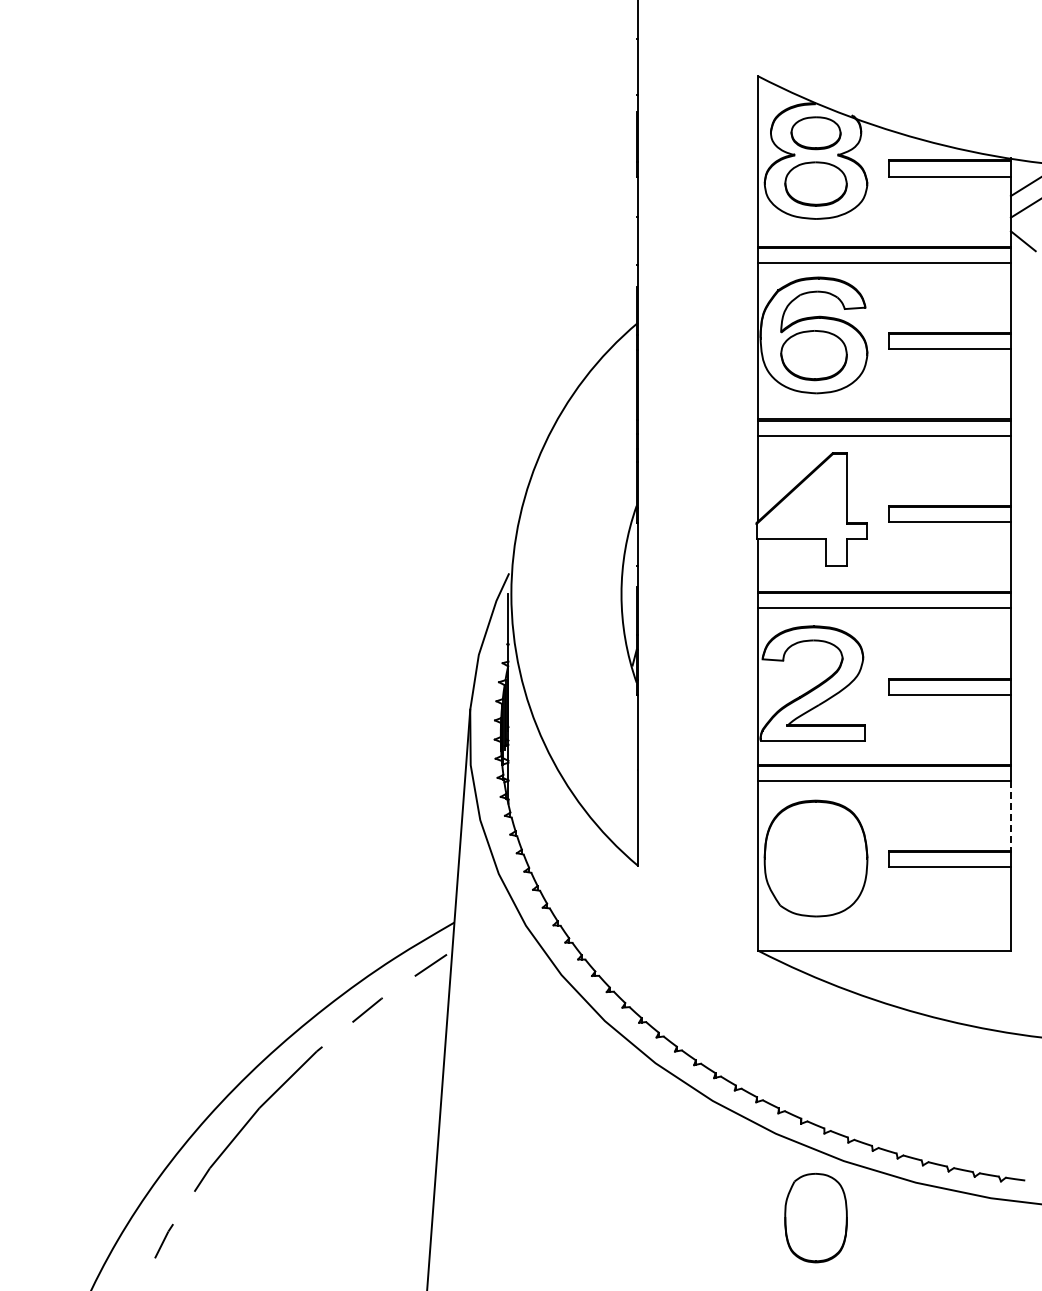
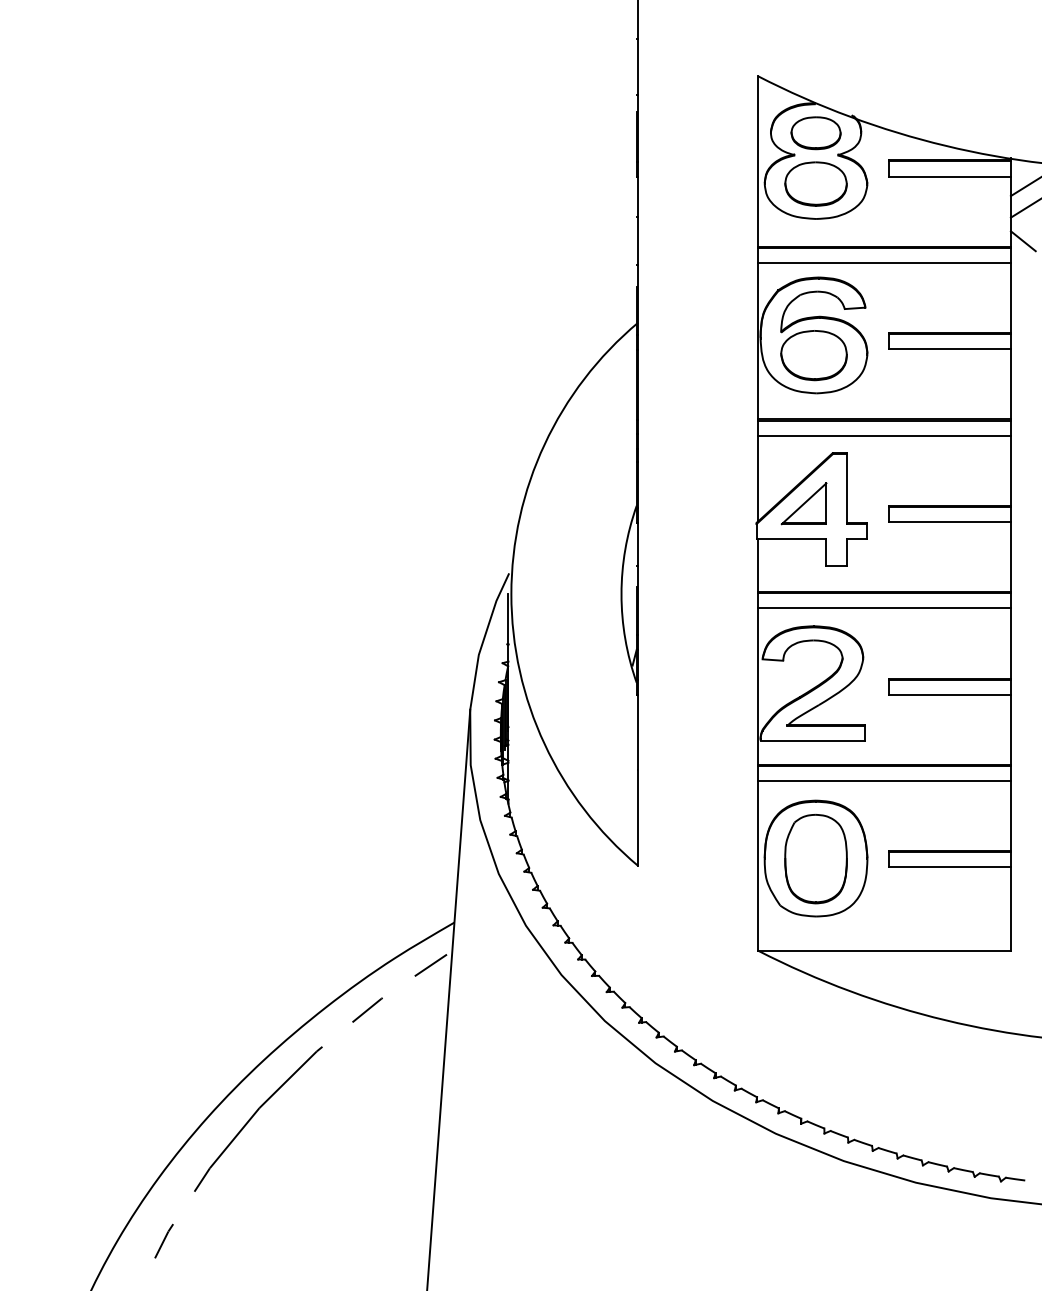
part at (803, 503): none -> present
line at (1010, 816): dashed -> solid
part at (815, 1218) position: (815, 1218) -> (815, 859)
